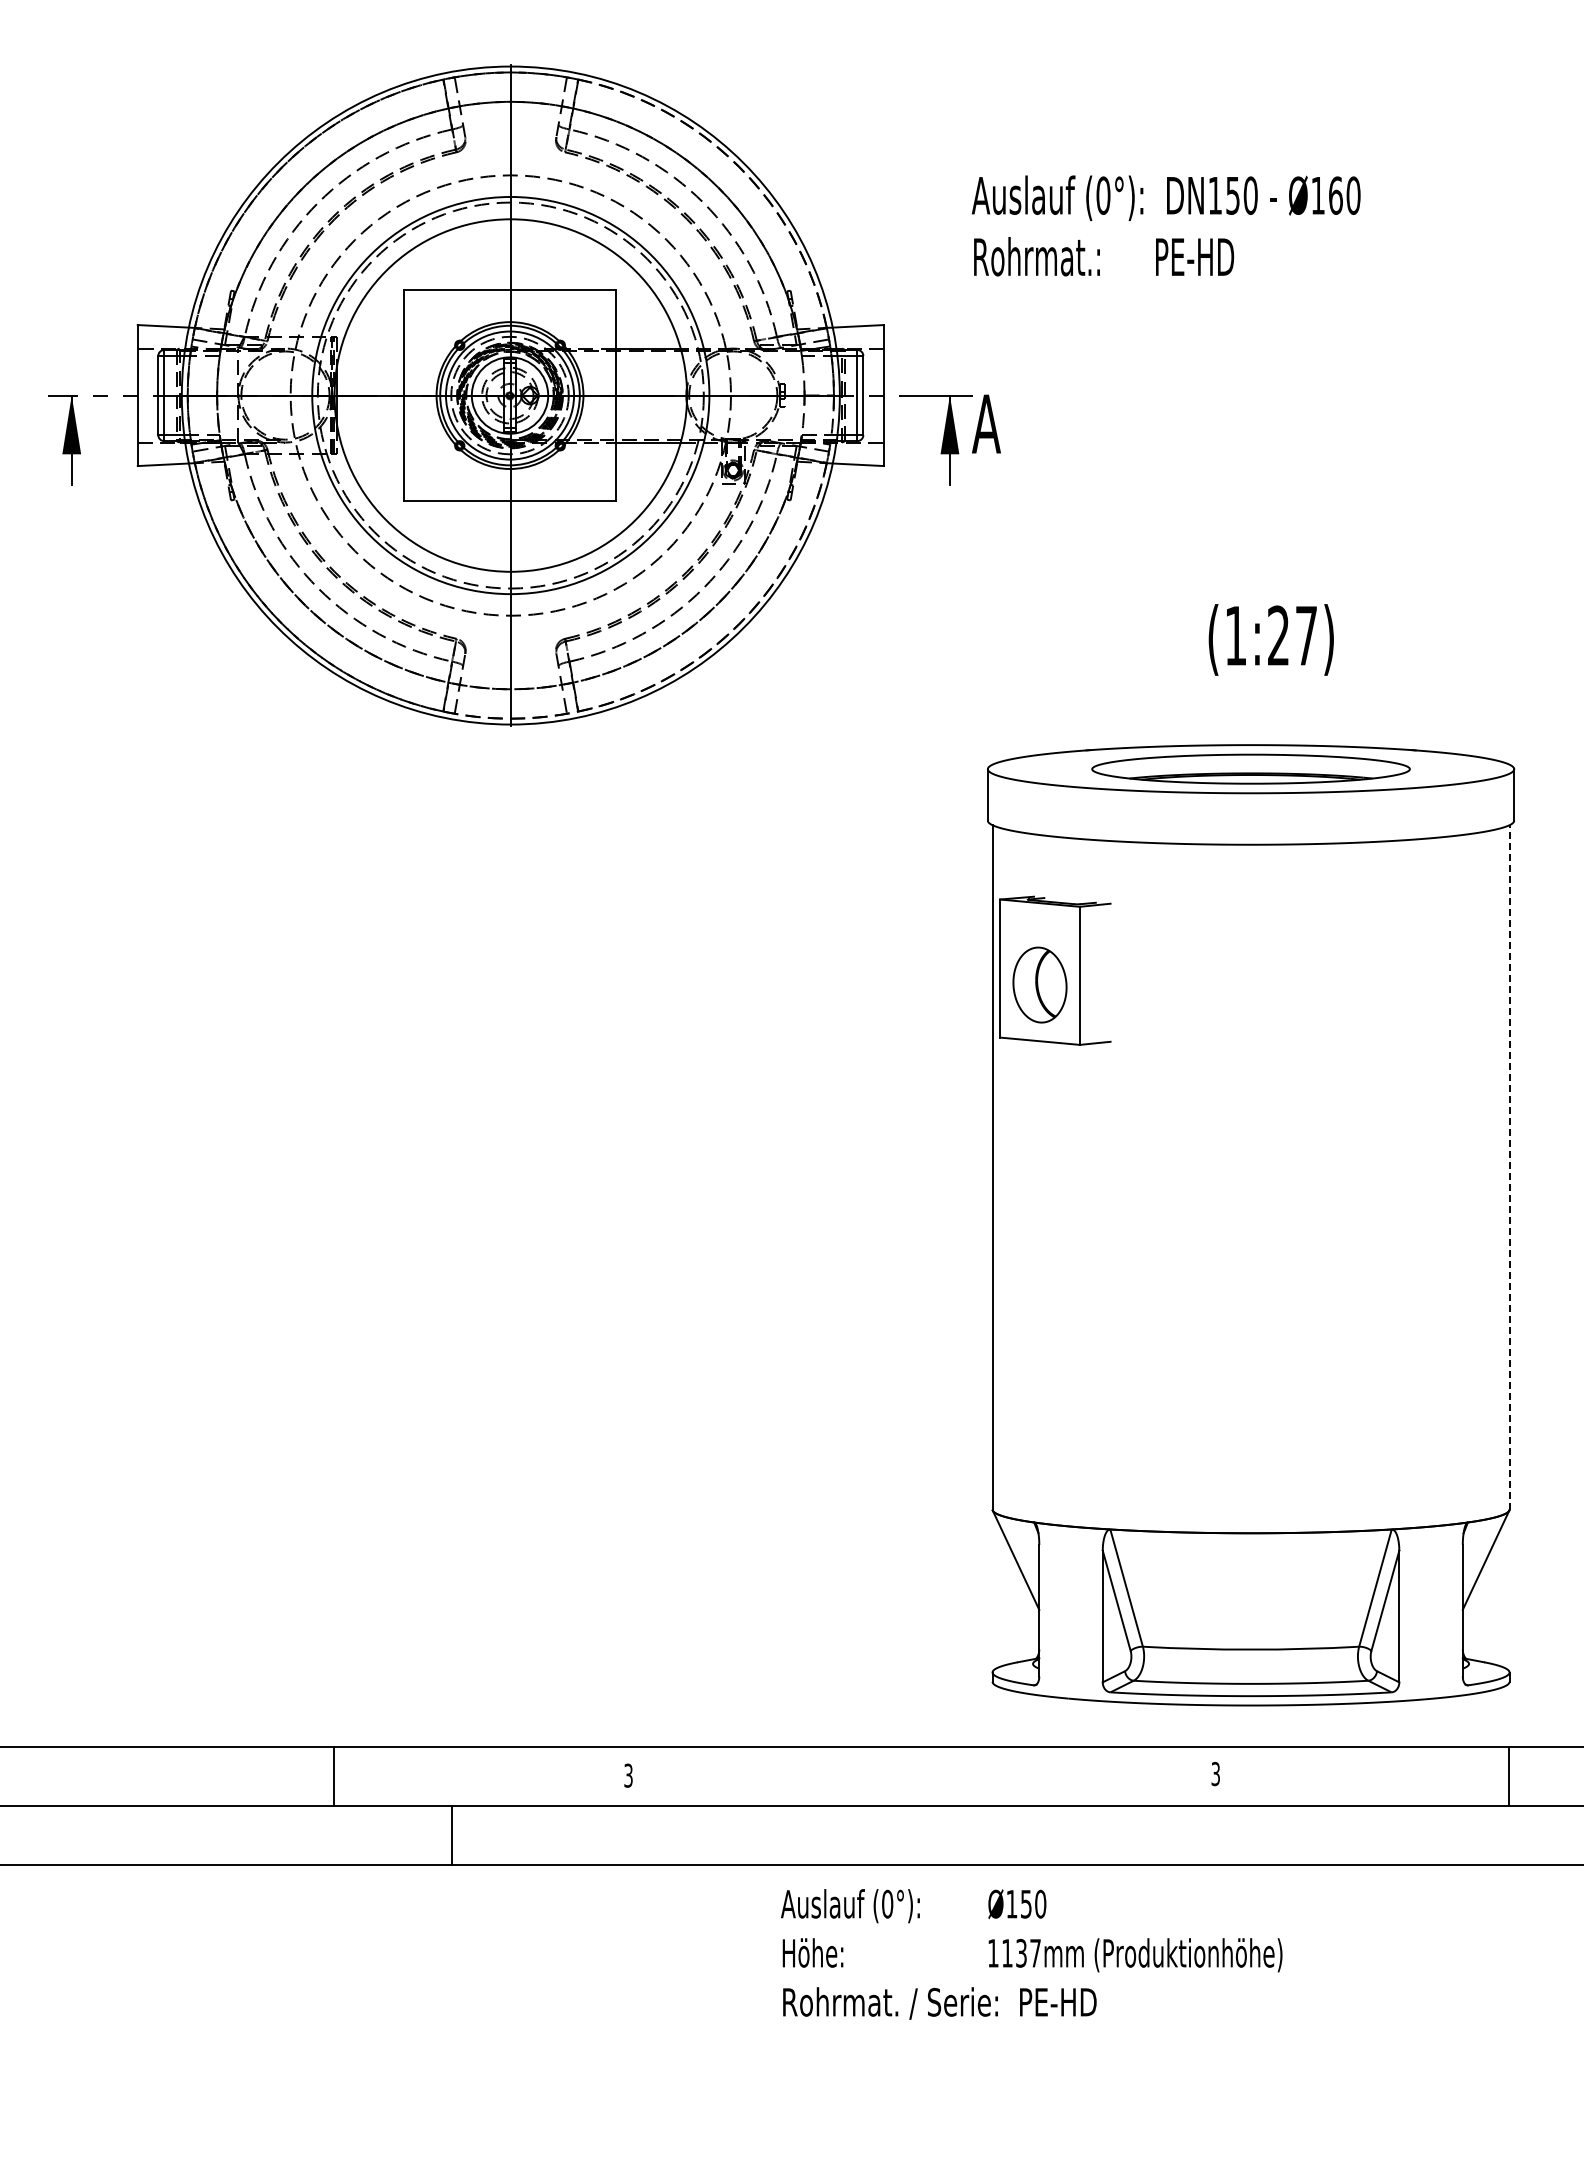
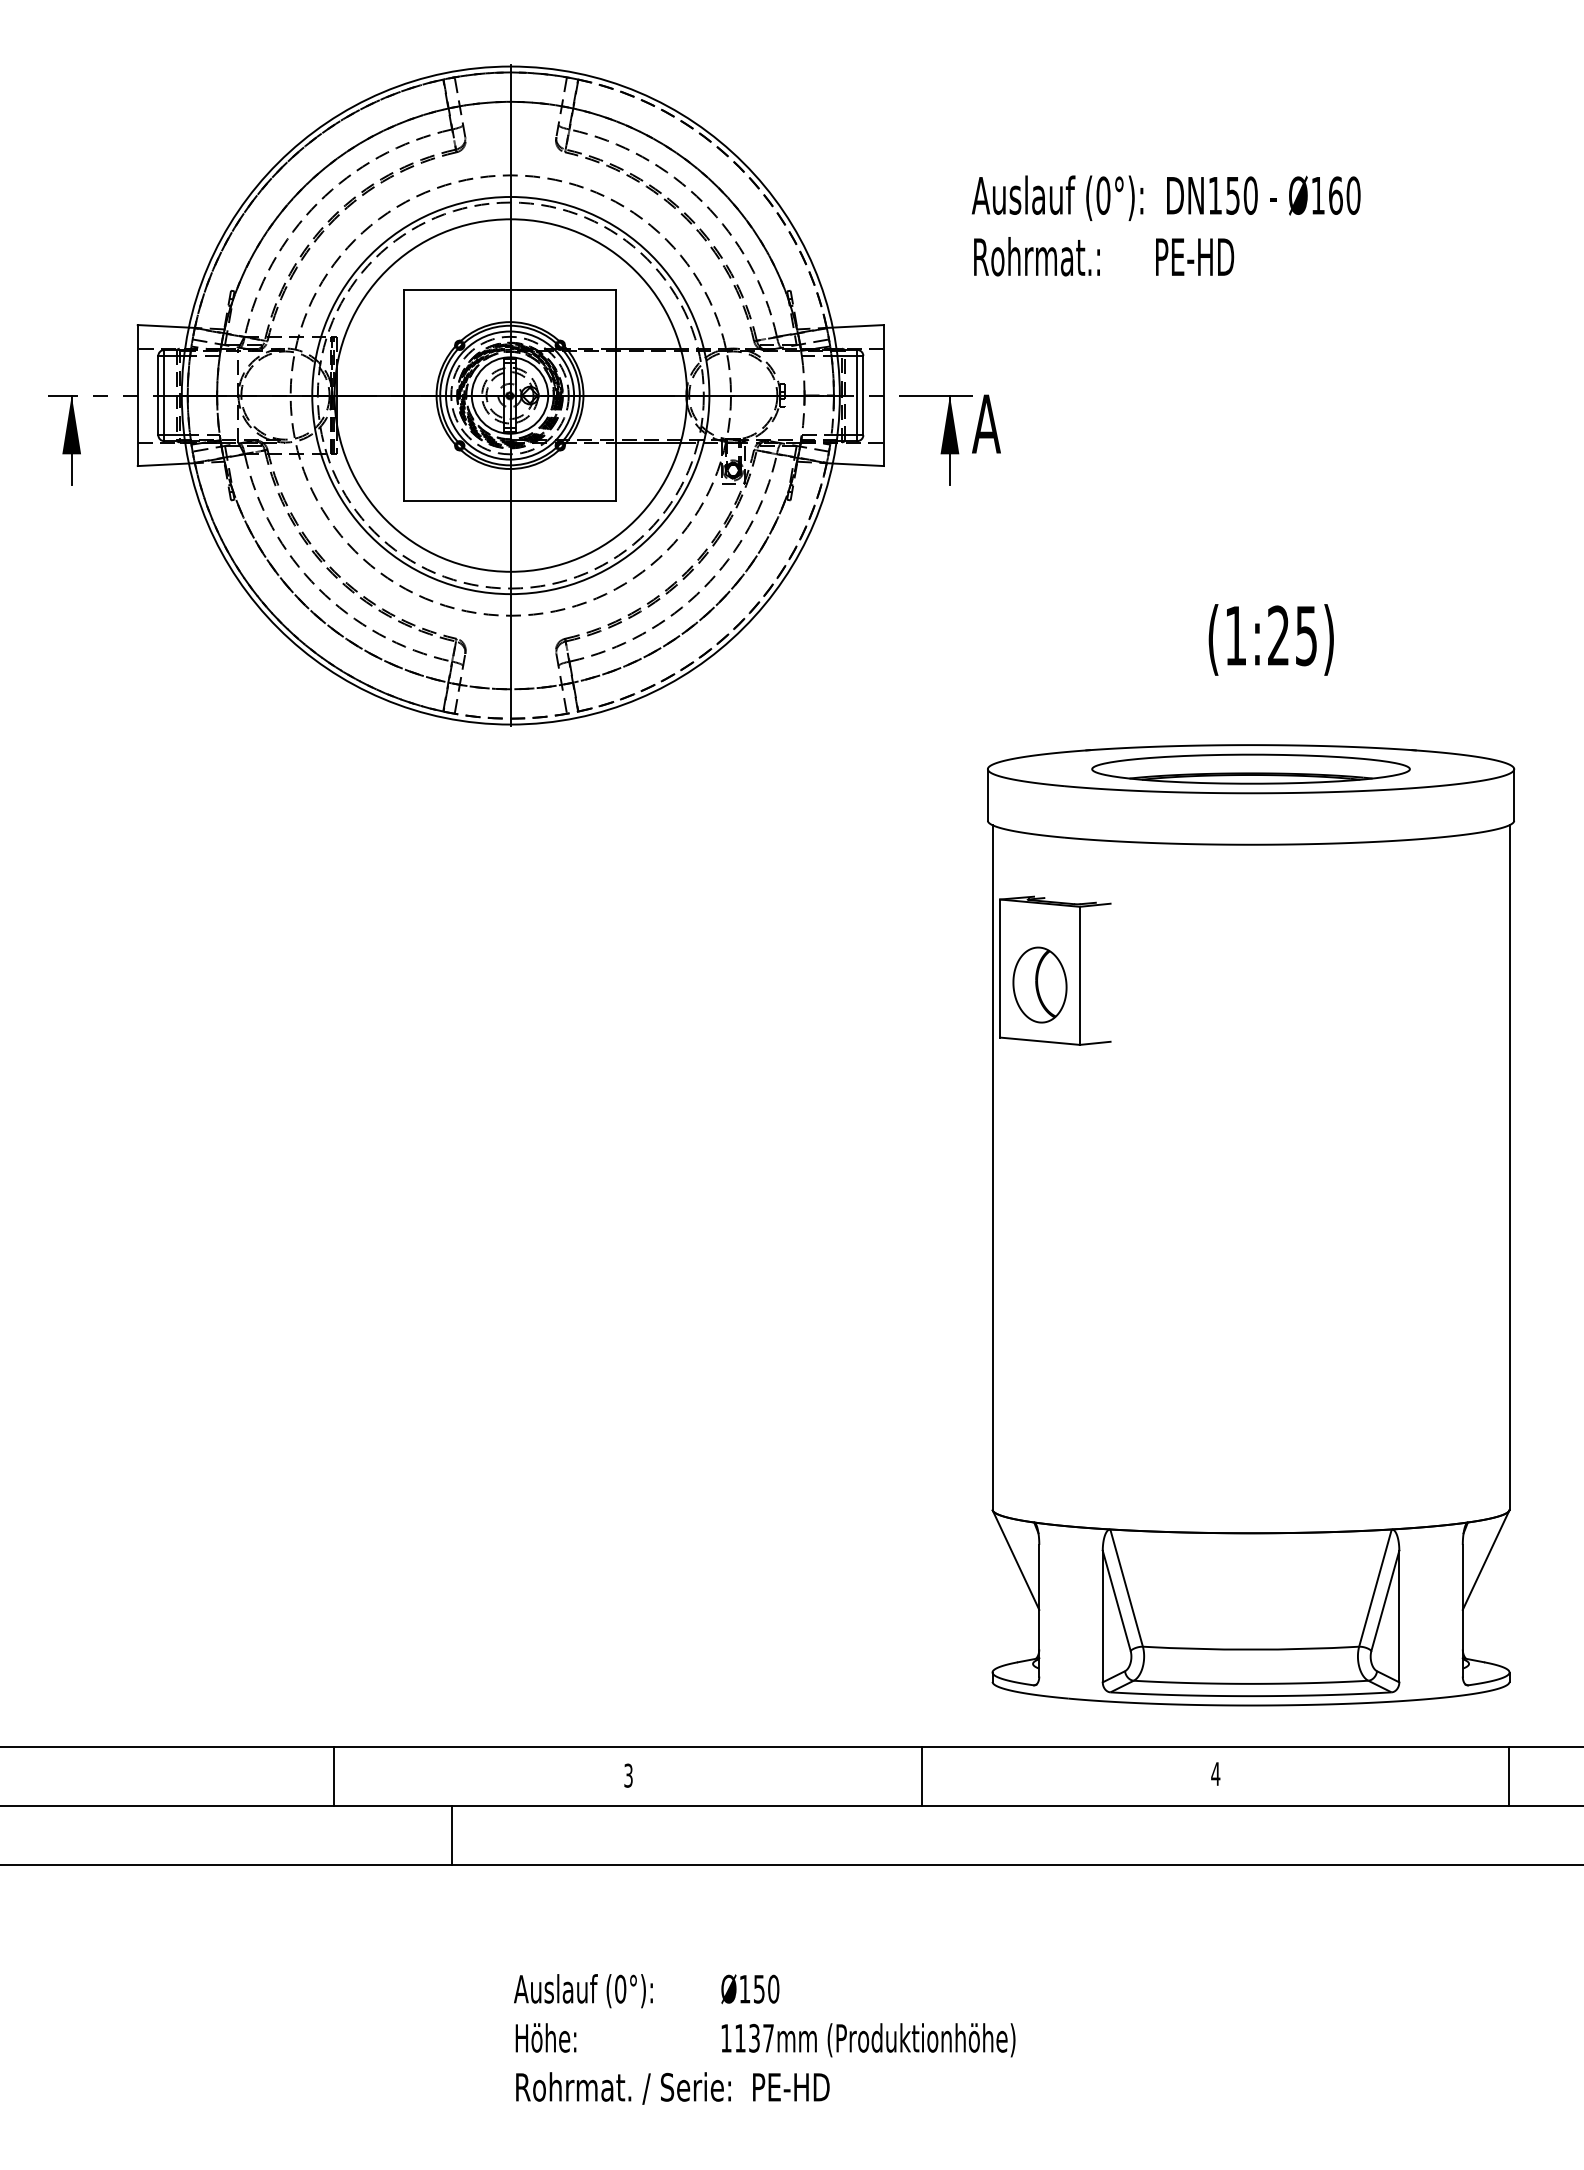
text at (1306, 636): (1:27) -> (1:25)
line at (1509, 1166): dashed -> solid
text at (1215, 1773): 3 -> 4
line at (921, 1776): none -> present
text at (1031, 1954) position: (1031, 1954) -> (764, 2039)
